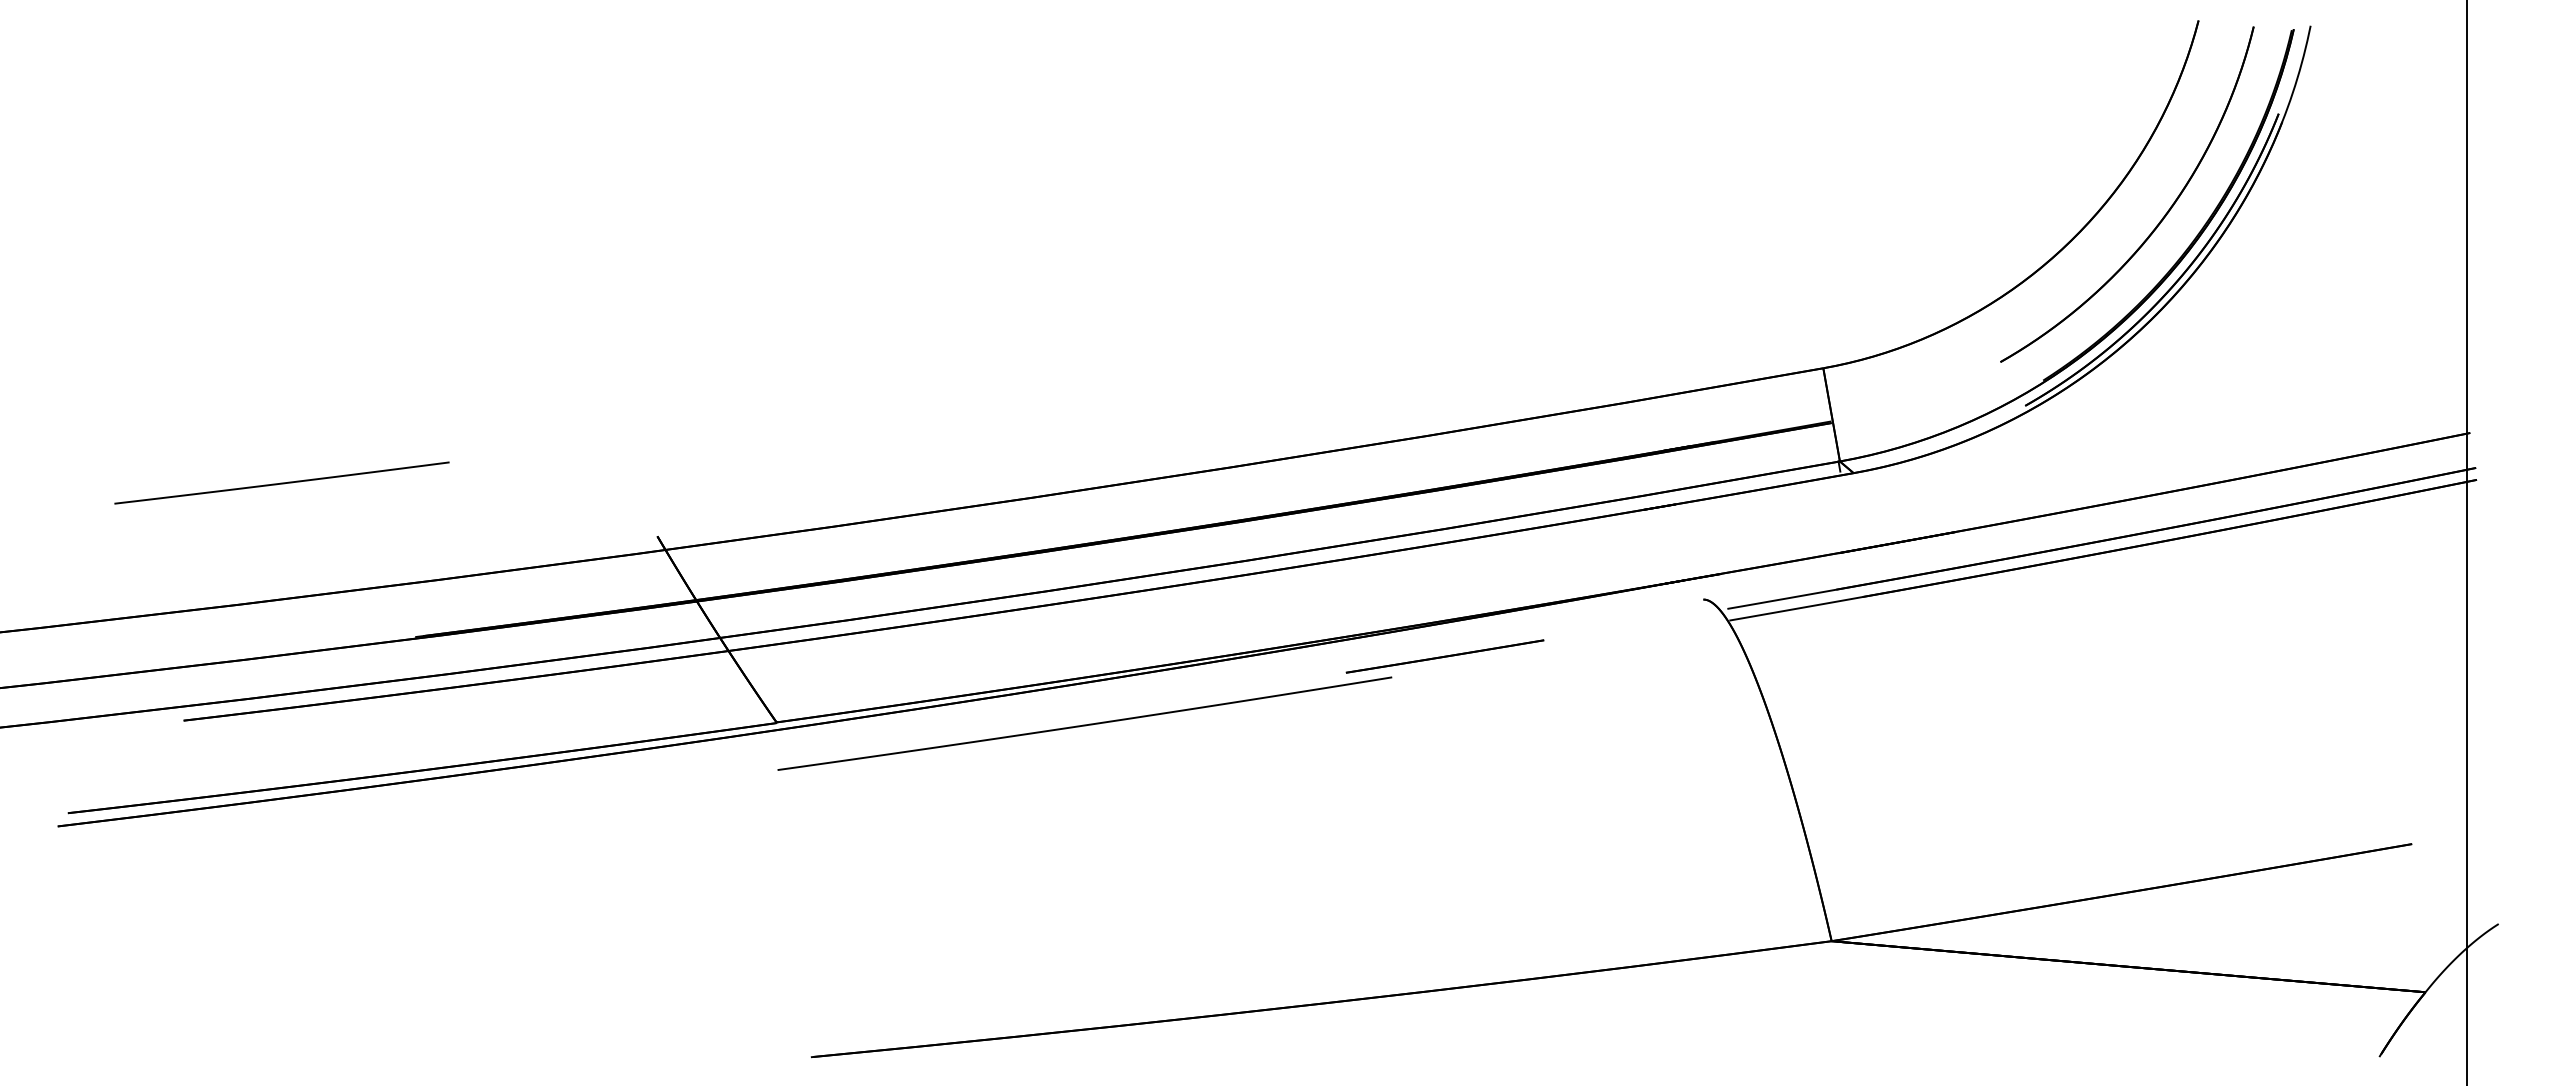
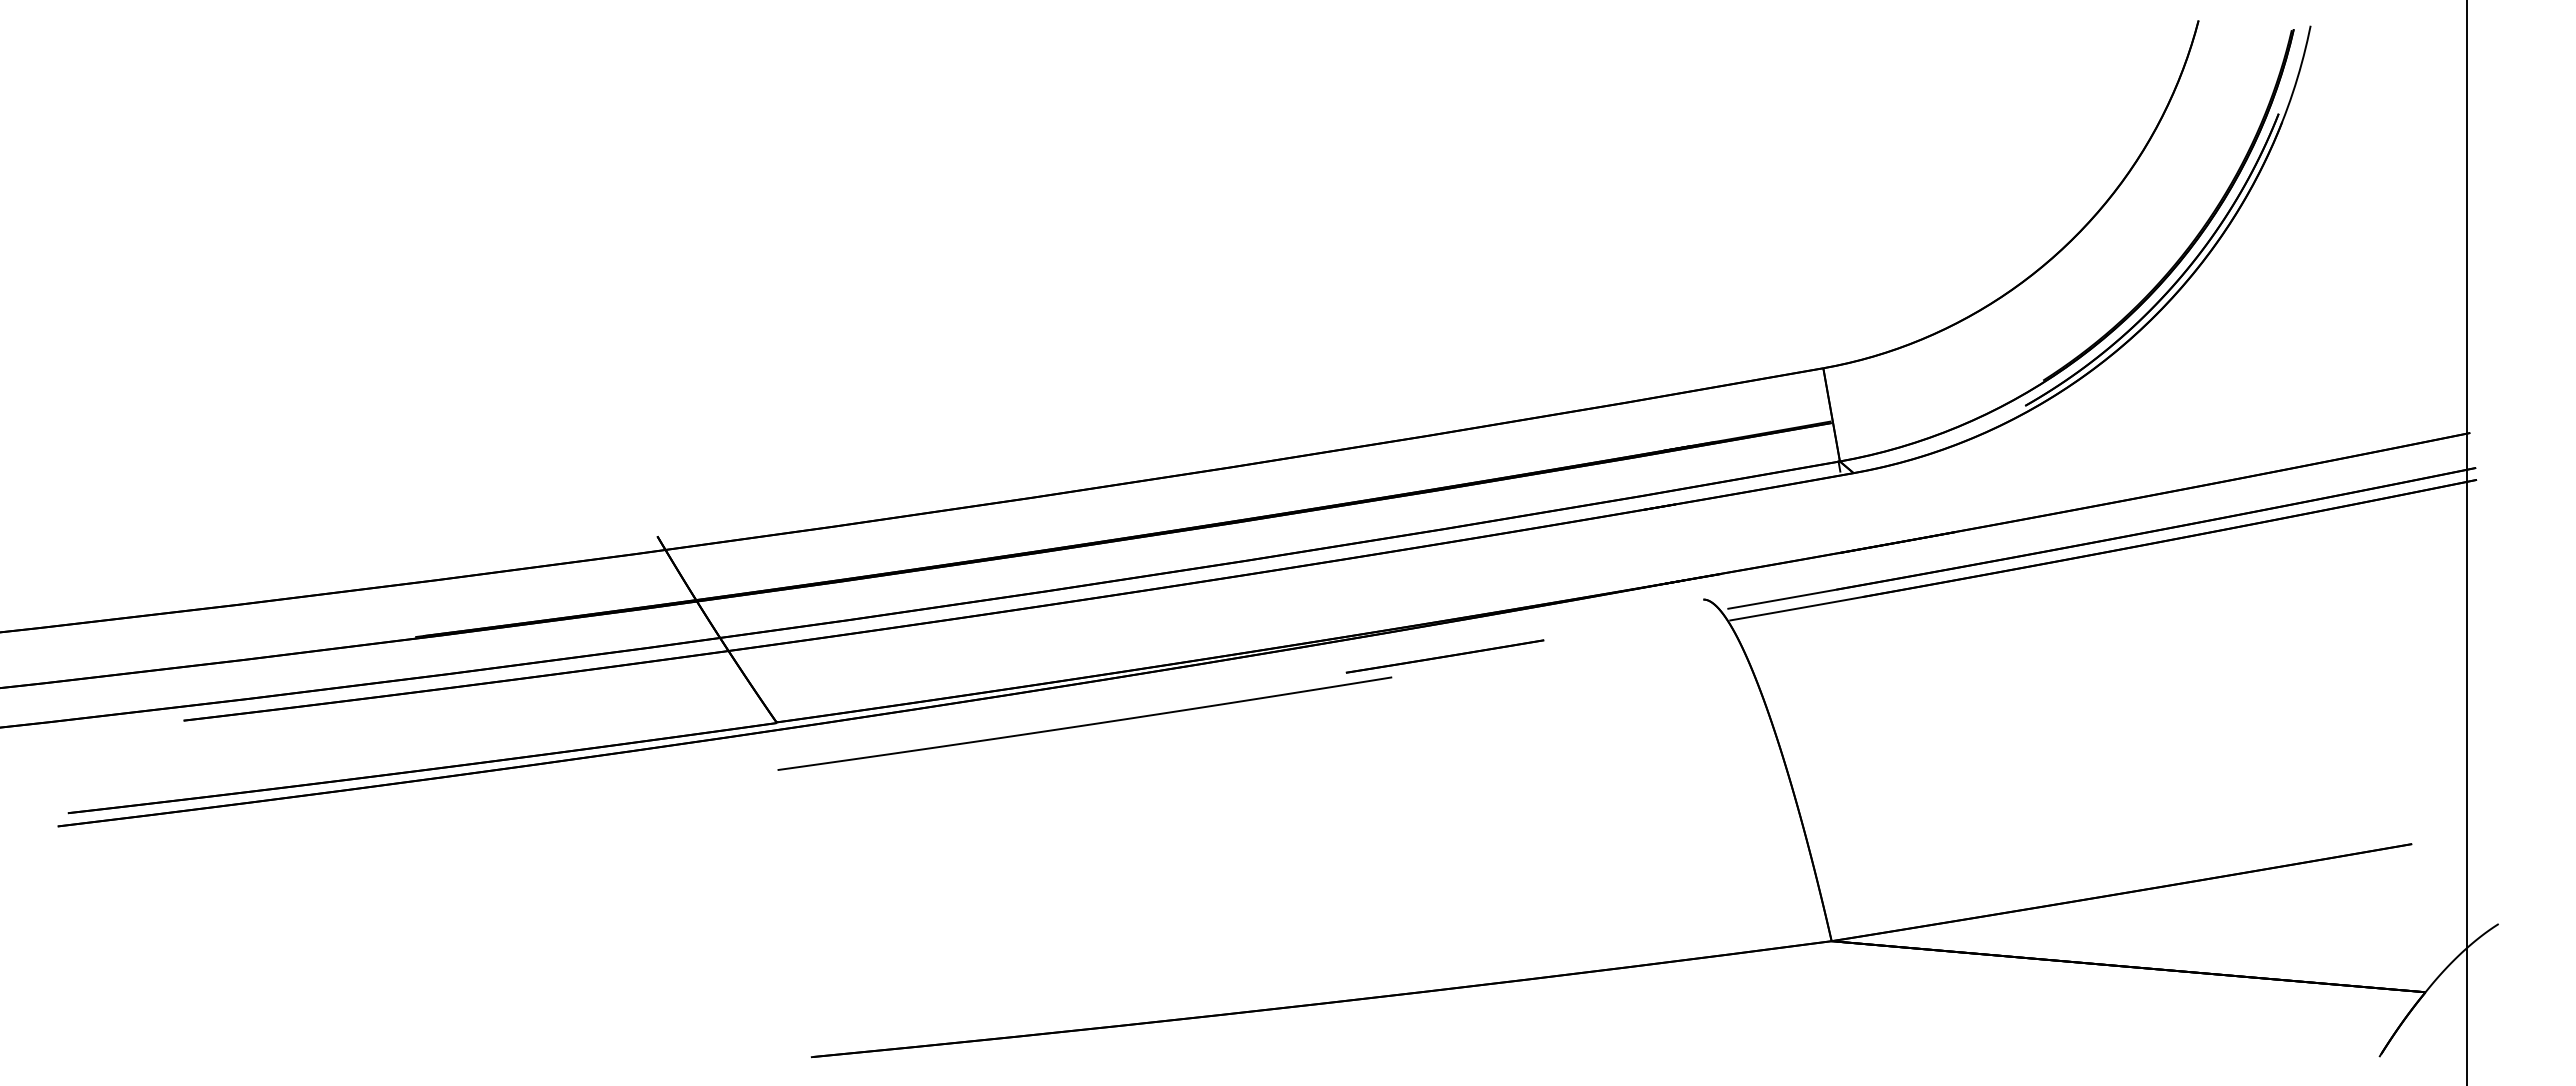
part at (2159, 221): present -> none
line at (281, 482): present -> none
